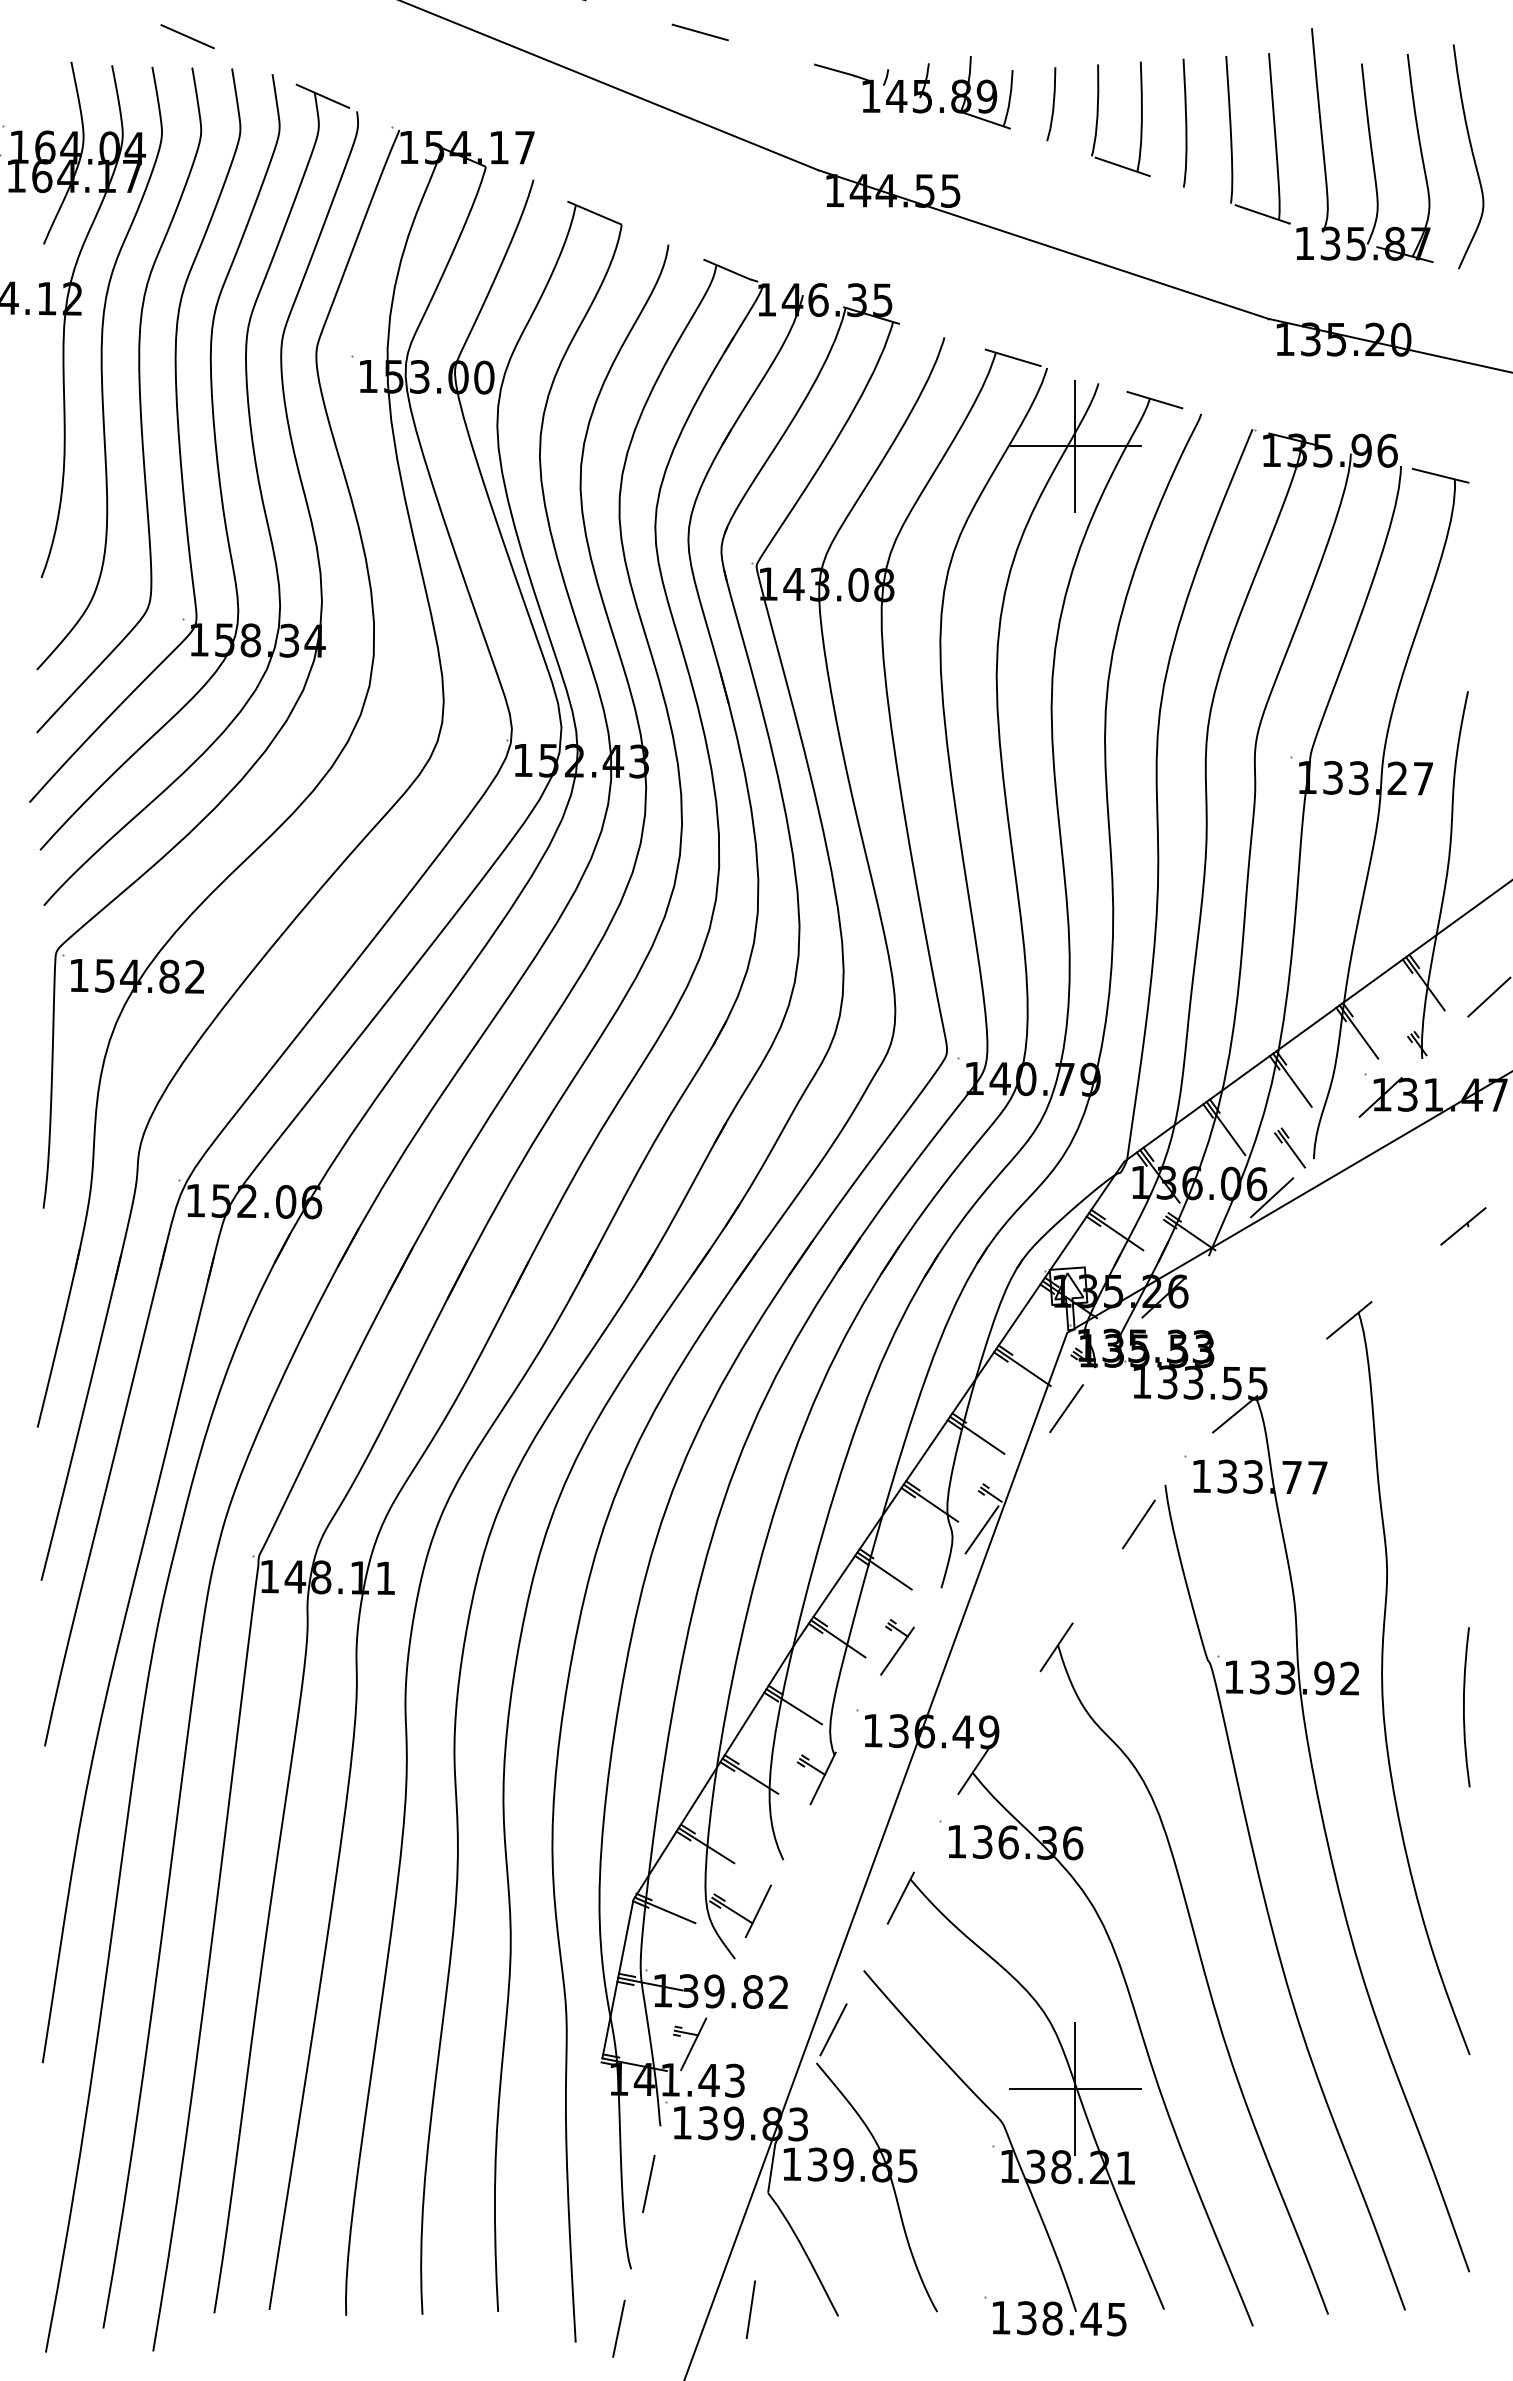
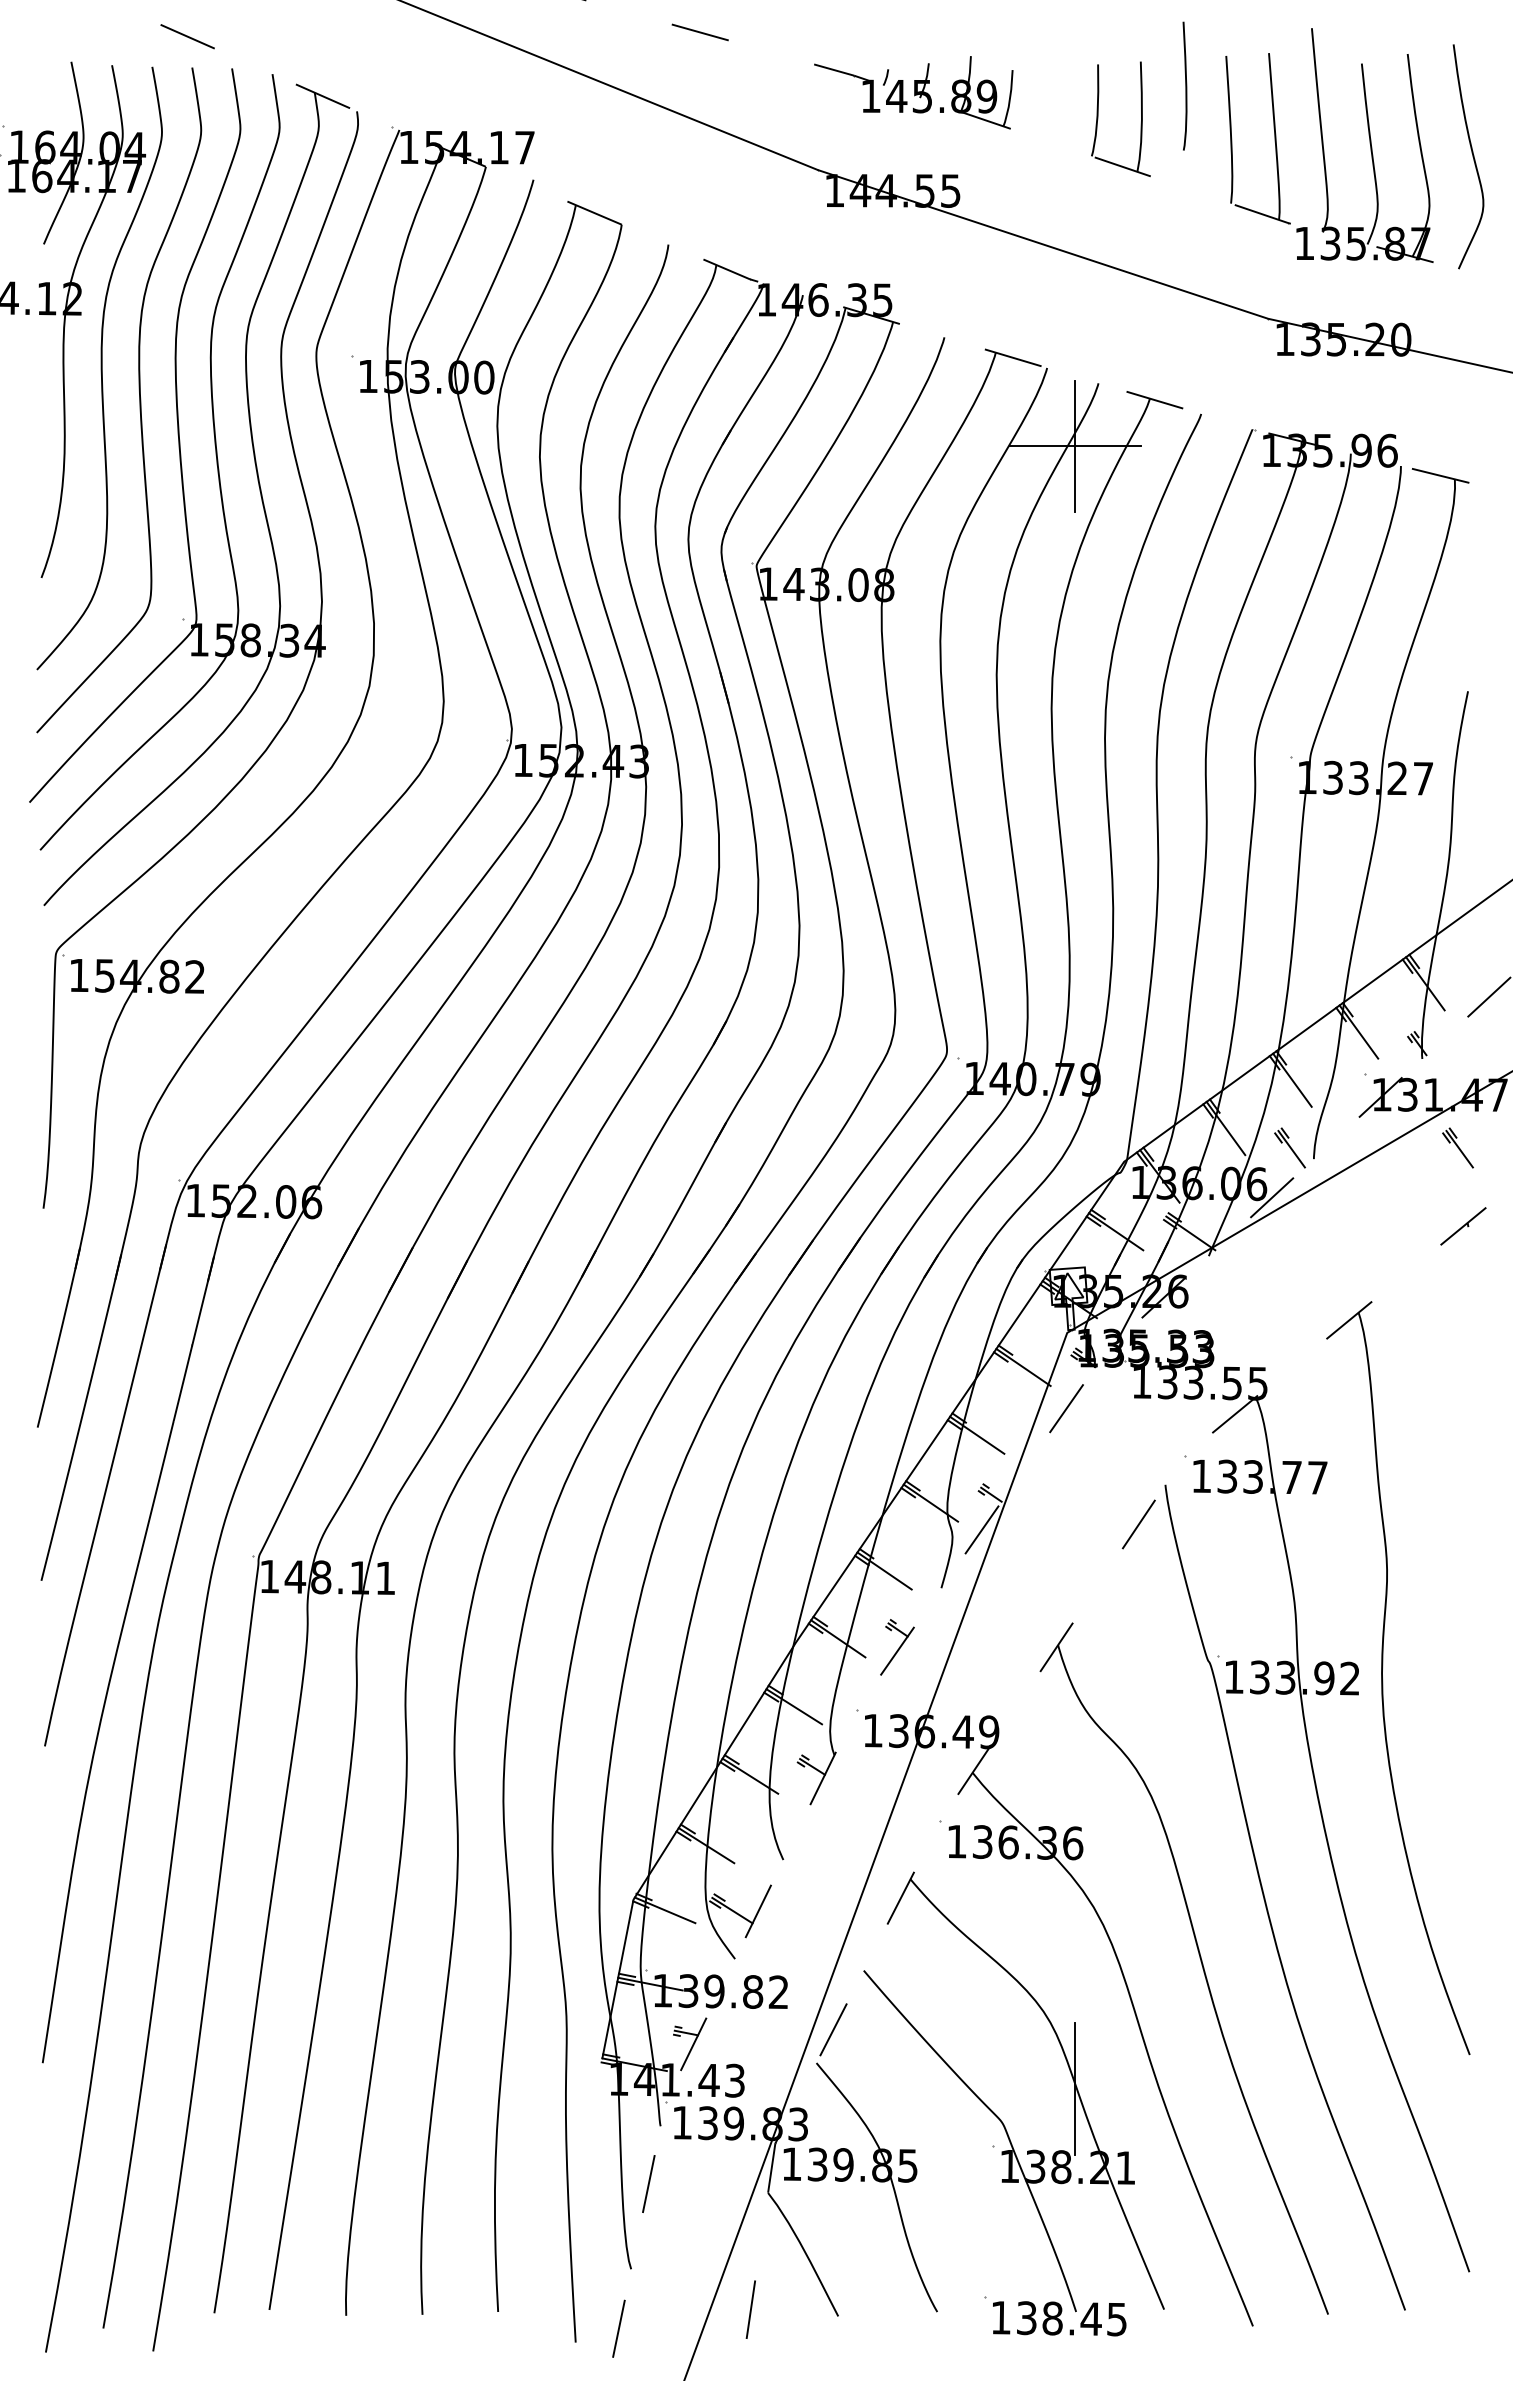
line at (1052, 104): present -> none
curve at (1185, 122) position: (1185, 122) -> (1185, 85)
part at (1457, 1147): none -> present
curve at (1464, 1707): present -> none
line at (1075, 2089): present -> none
